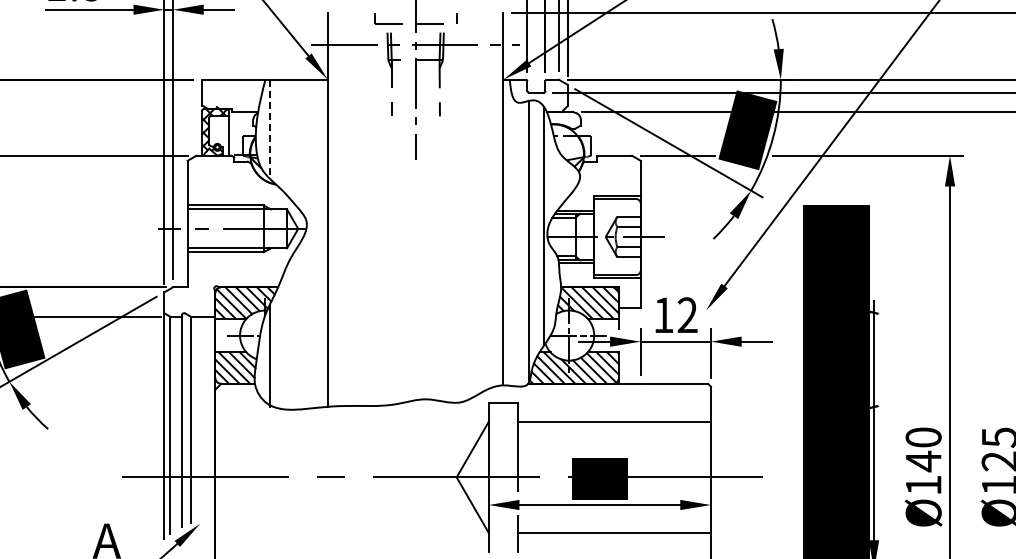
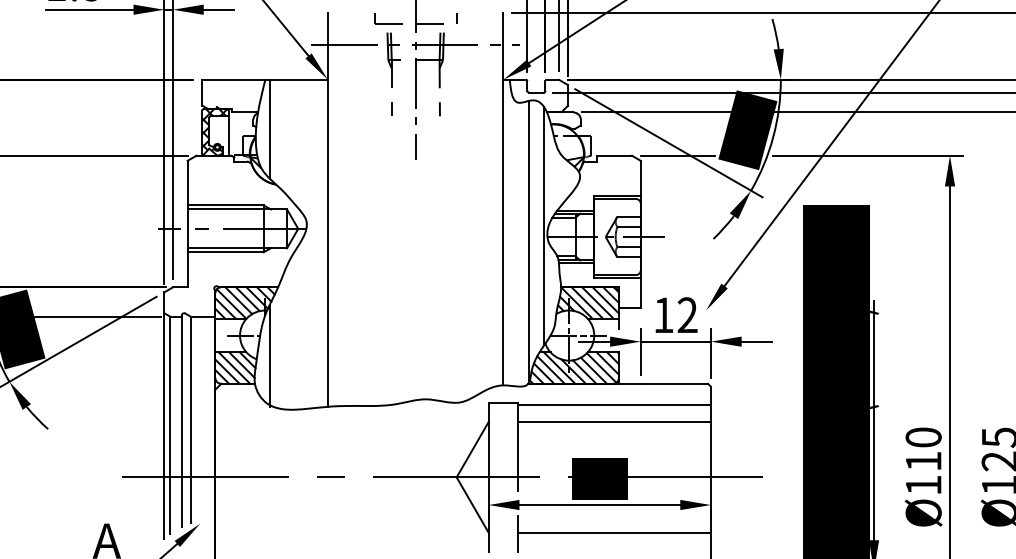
line at (269, 129): dashed -> solid
line at (614, 405): none -> present
text at (923, 461): Ø140 -> Ø110
